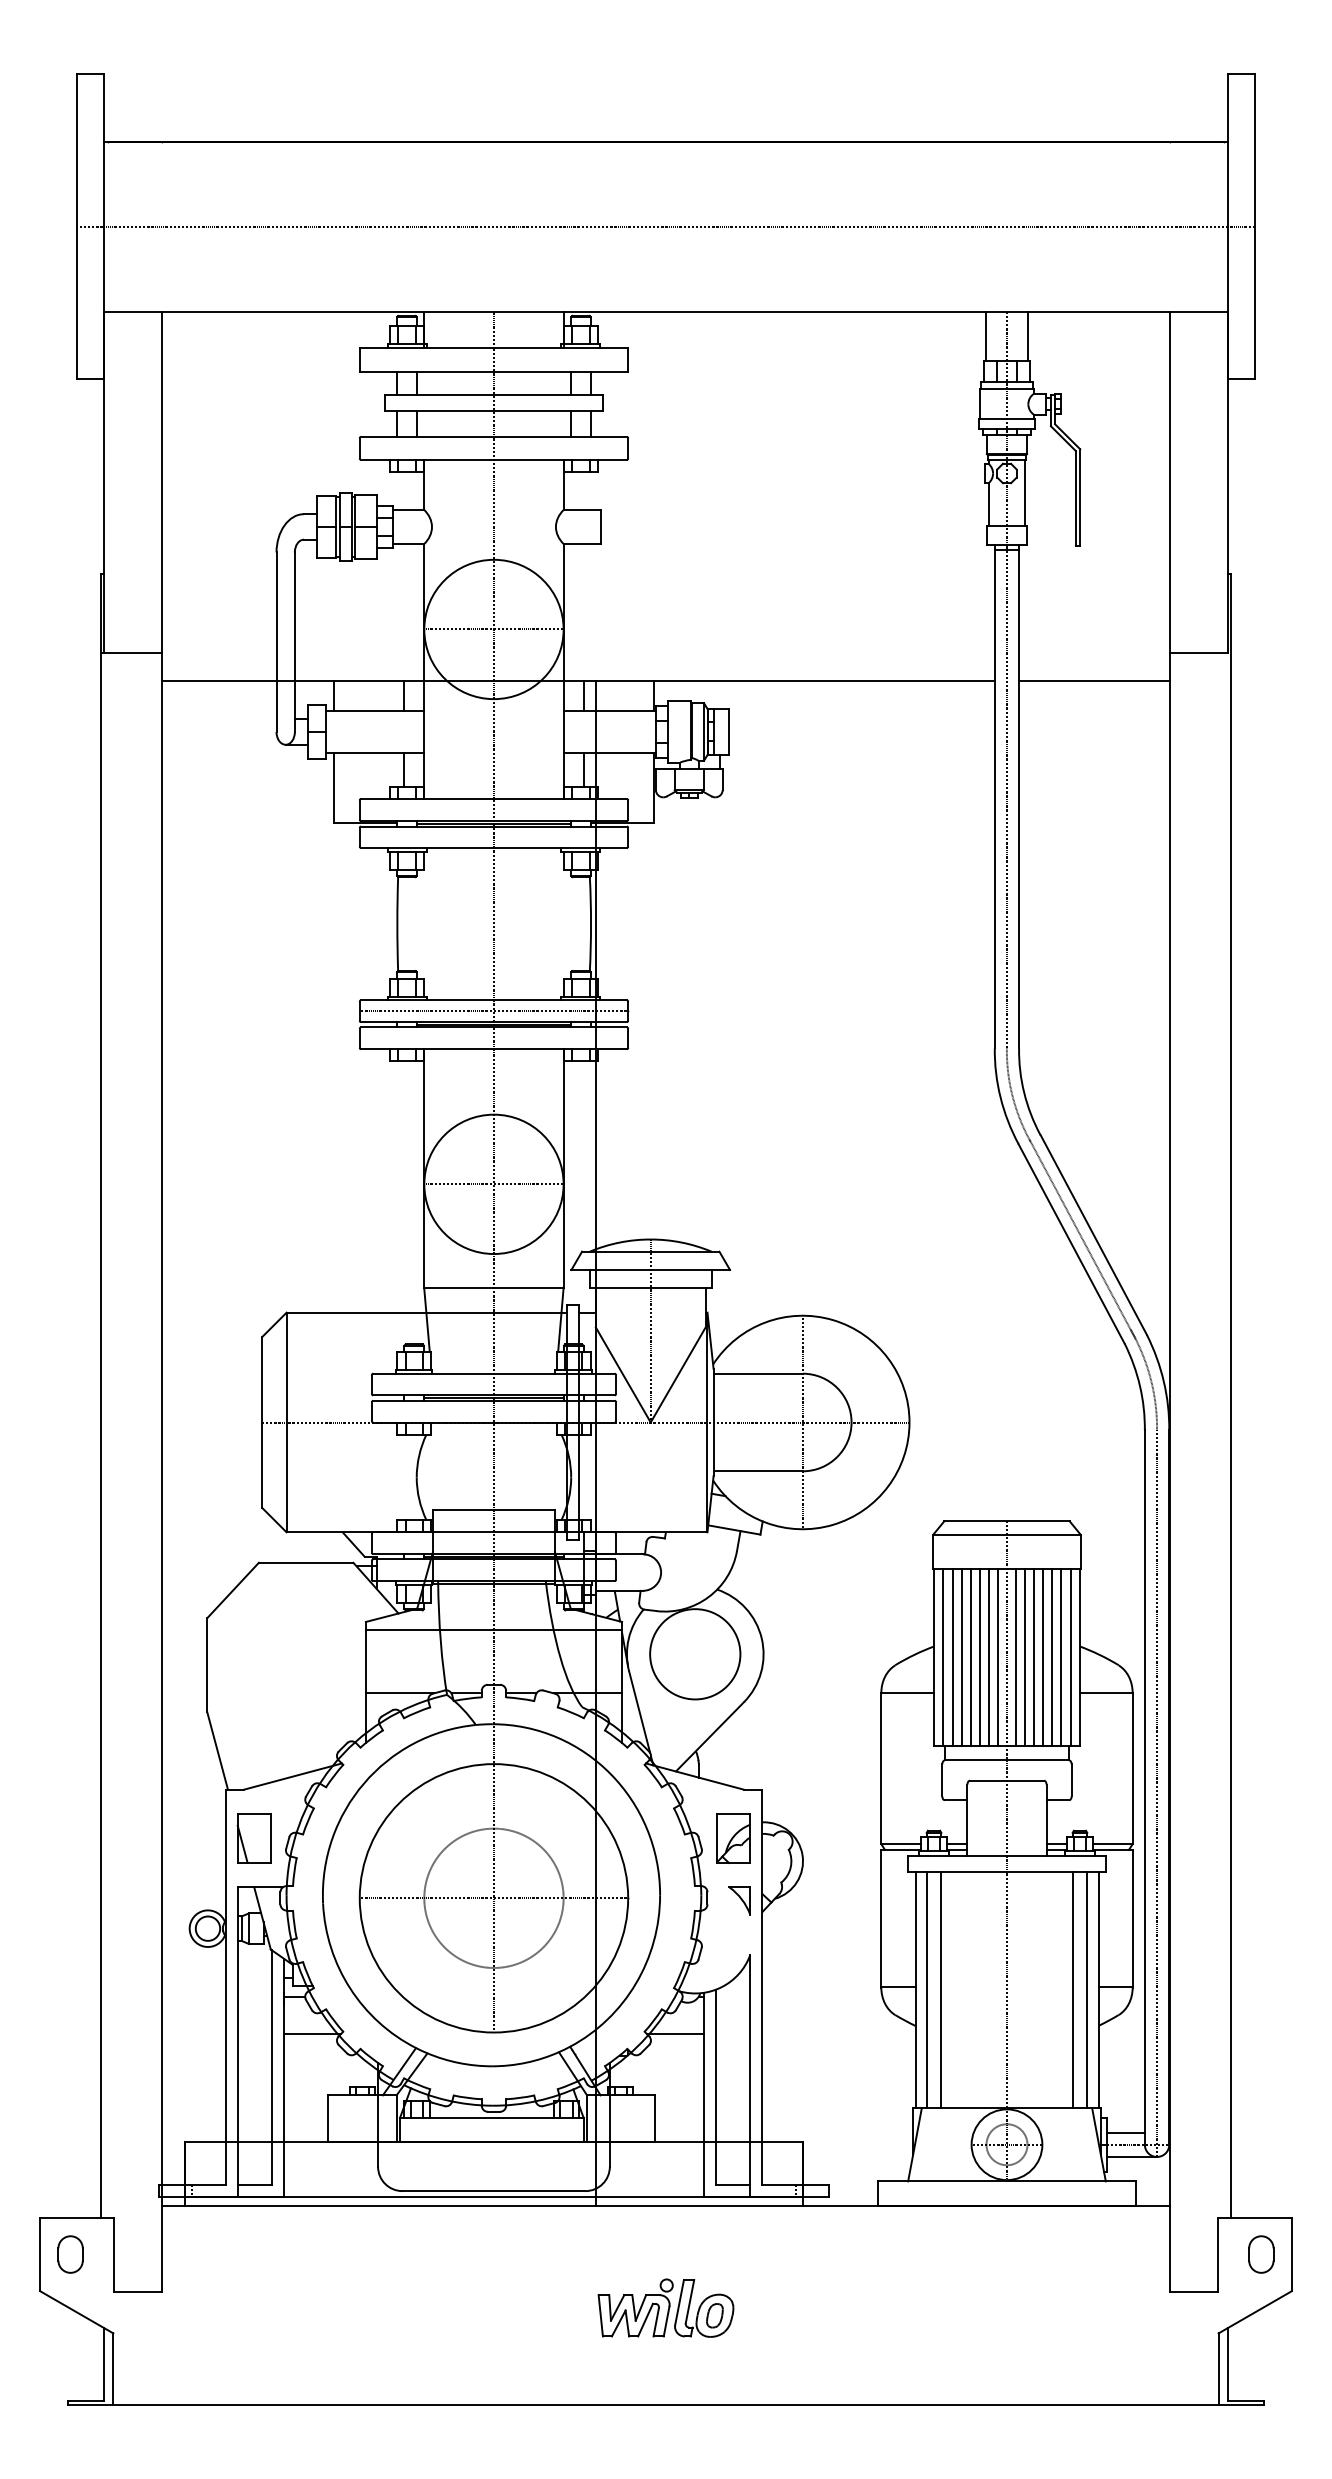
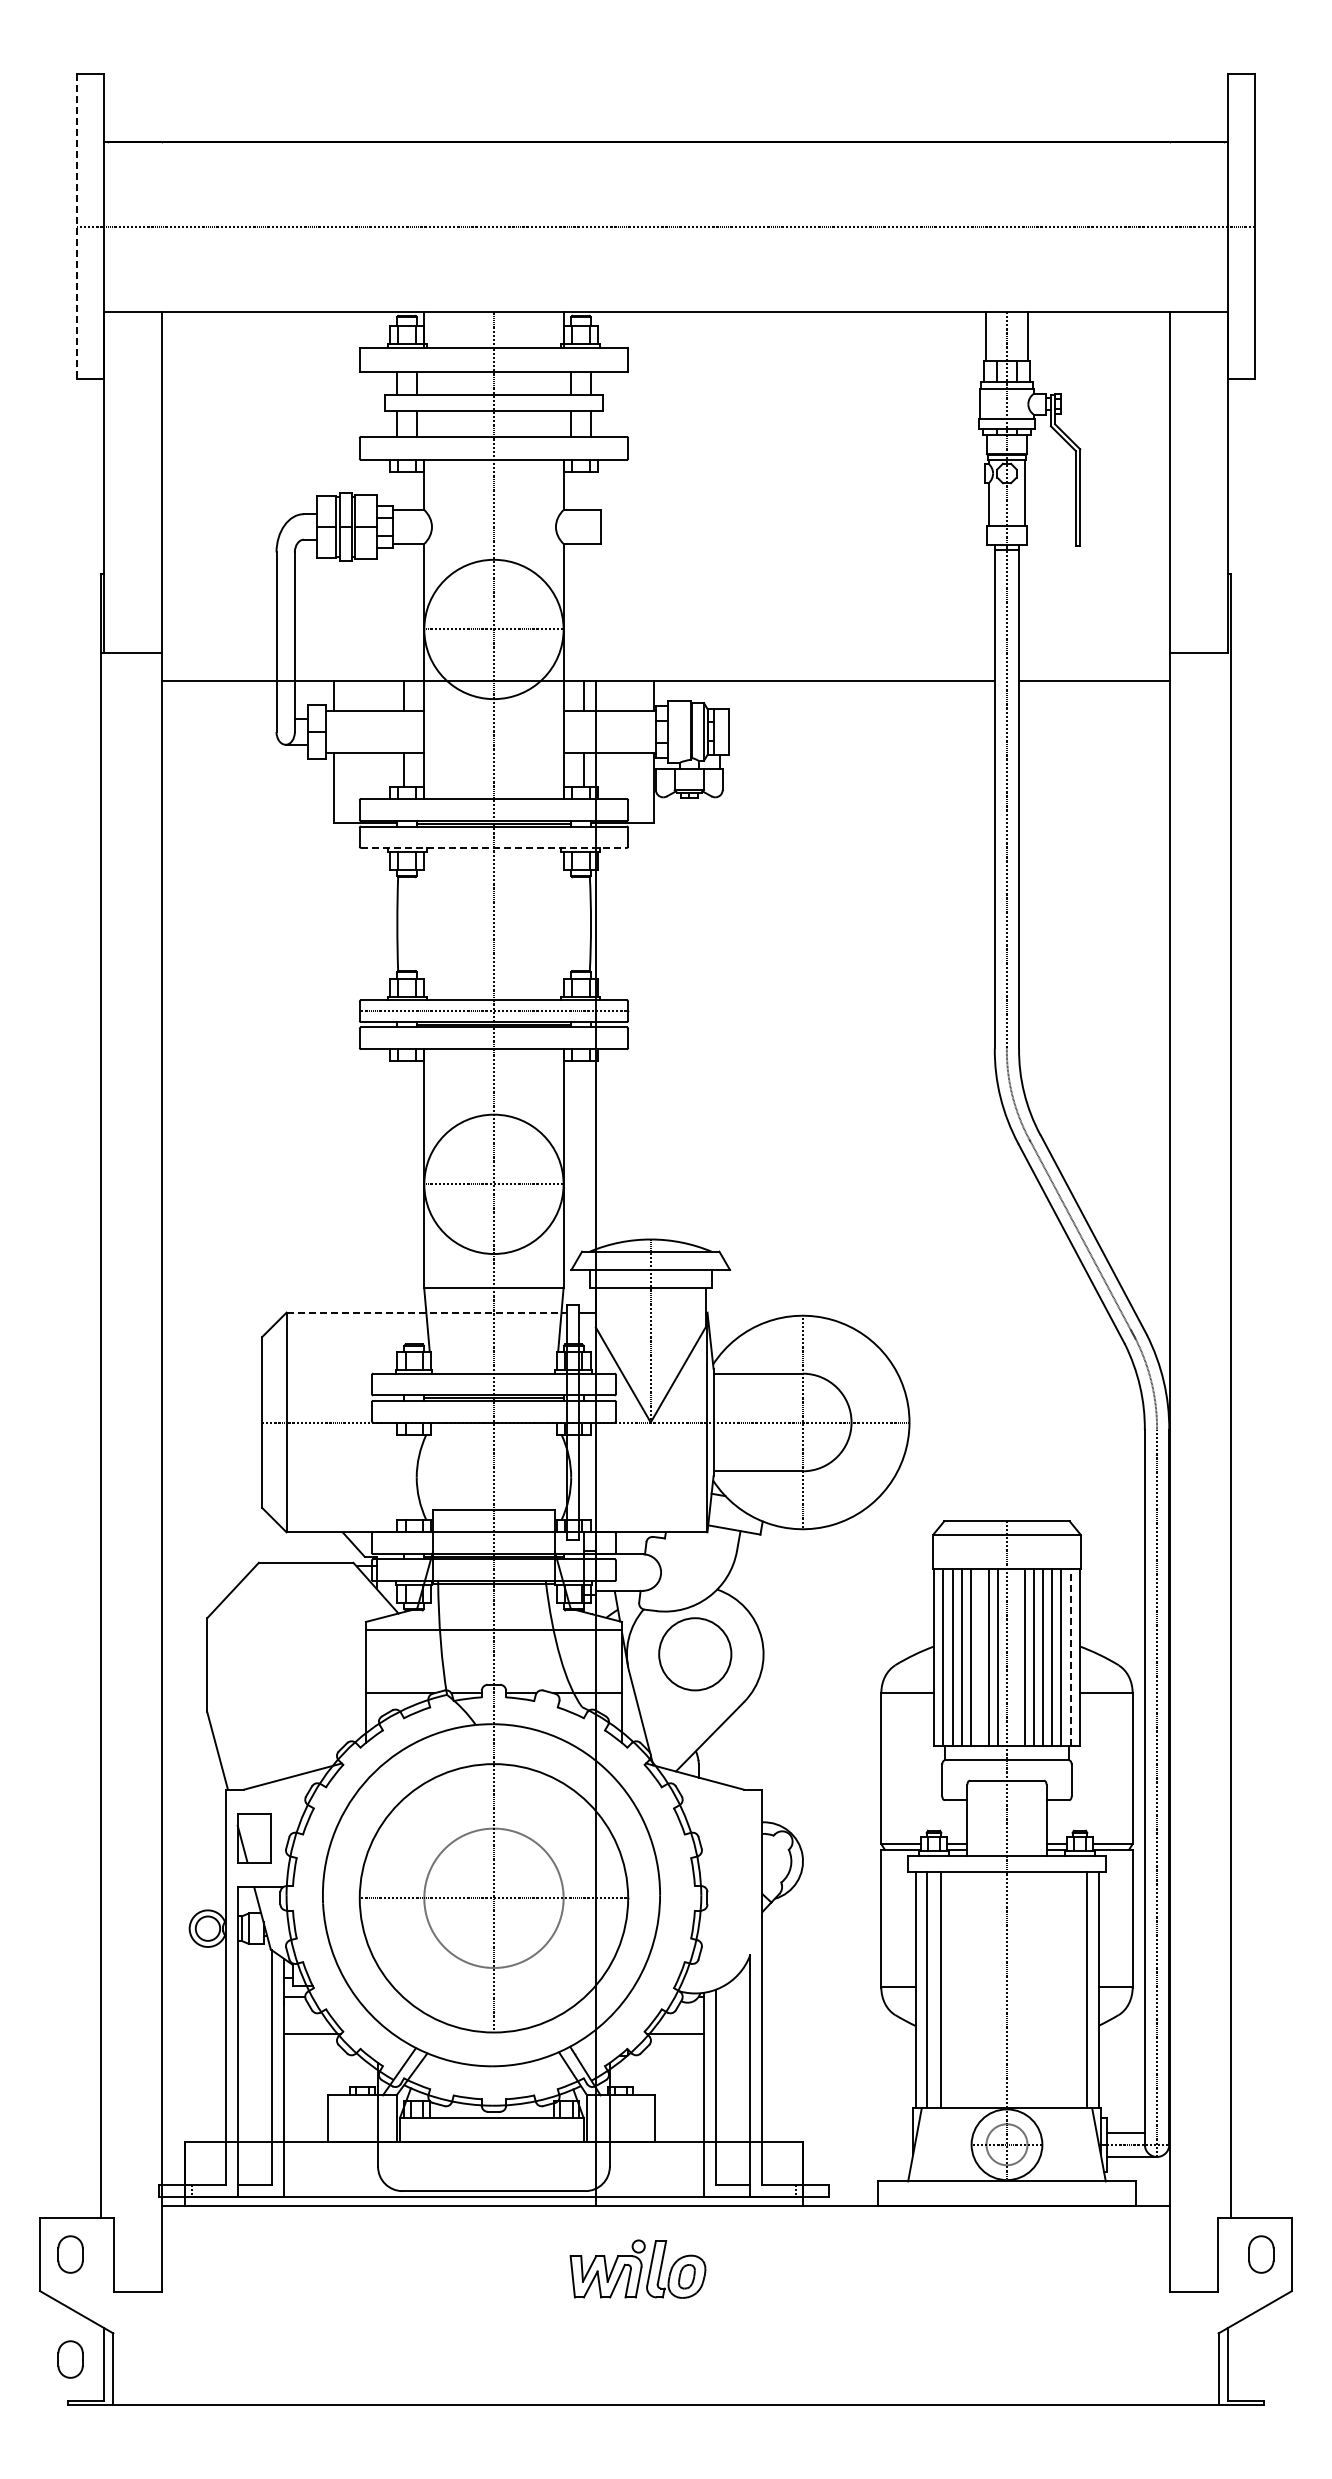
line at (77, 226): solid -> dashed
line at (493, 847): solid -> dashed
line at (427, 1312): solid -> dashed
circle at (695, 1654) diameter: 90 px -> 72 px
line at (1070, 1656): solid -> dashed
line at (979, 1657): present -> none
line at (1016, 1657): present -> none
part at (733, 1838): present -> none
part at (739, 1900): present -> none
line at (1072, 1989): present -> none
part at (665, 2307) position: (665, 2307) -> (637, 2268)
part at (70, 2359): none -> present
